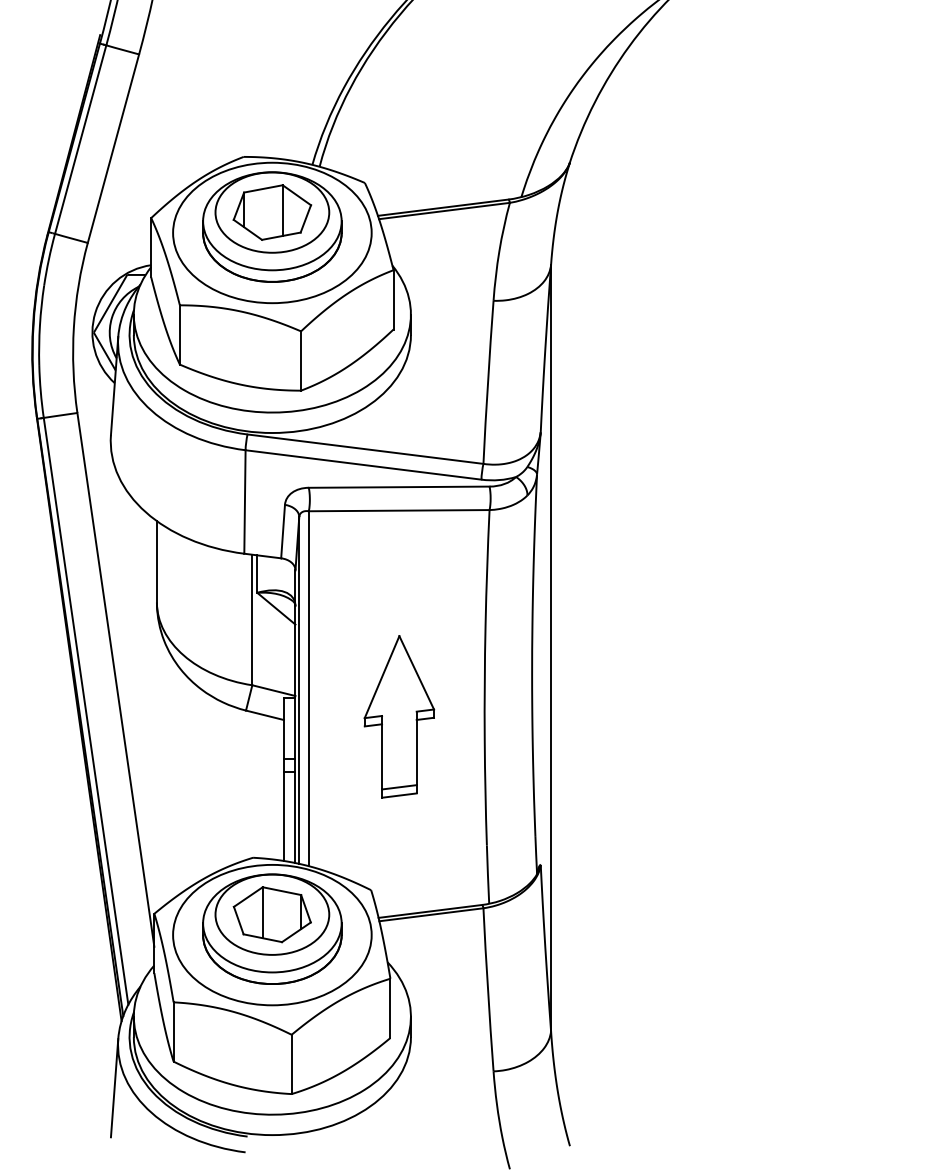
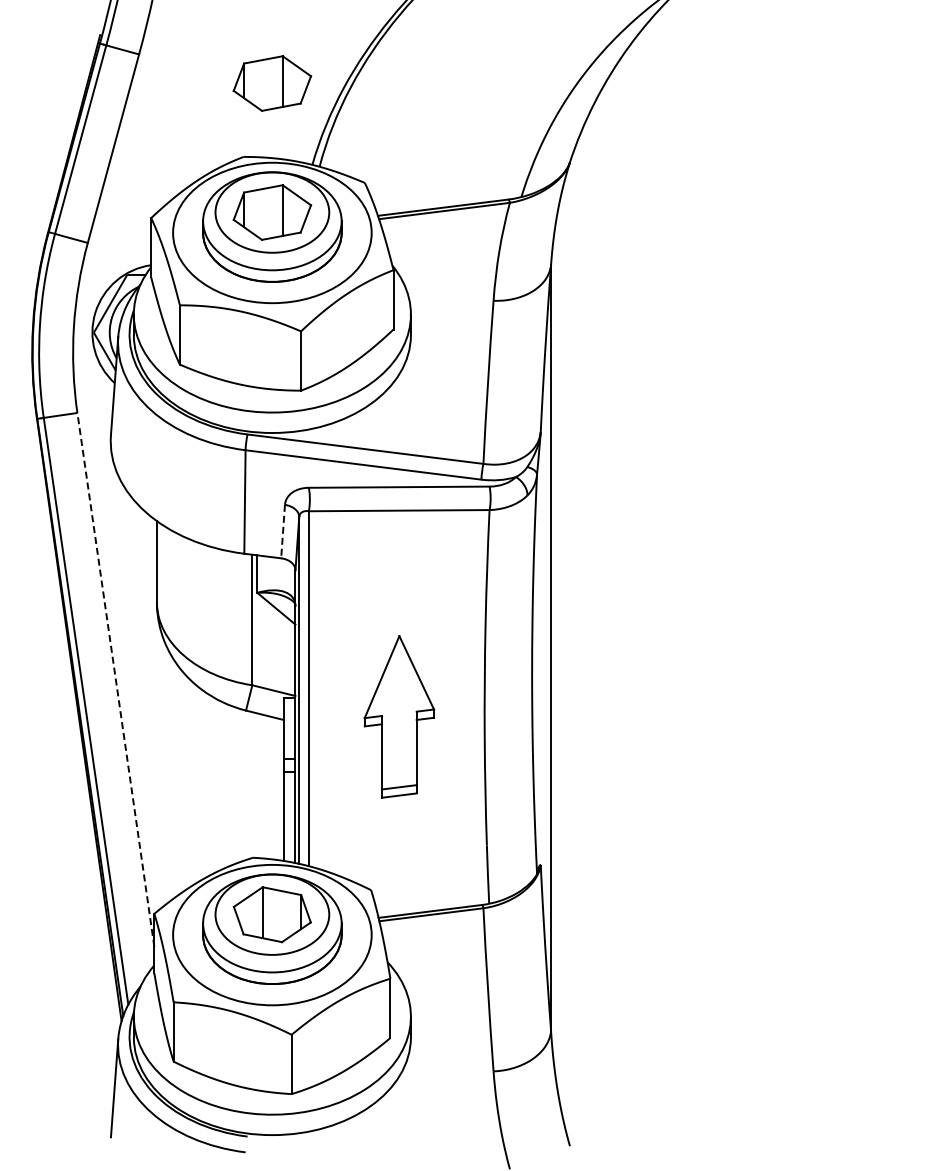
part at (272, 83): none -> present
line at (283, 531): solid -> dashed
line at (115, 679): solid -> dashed
